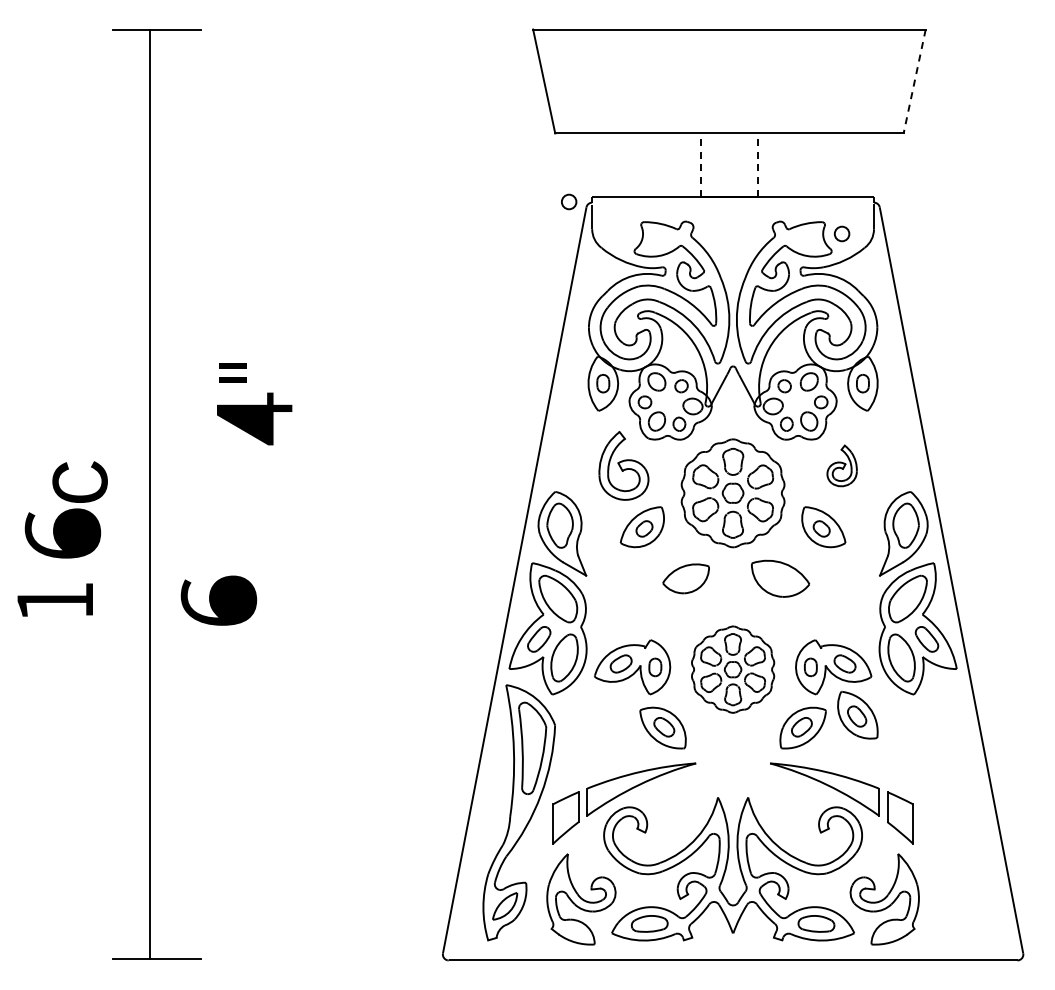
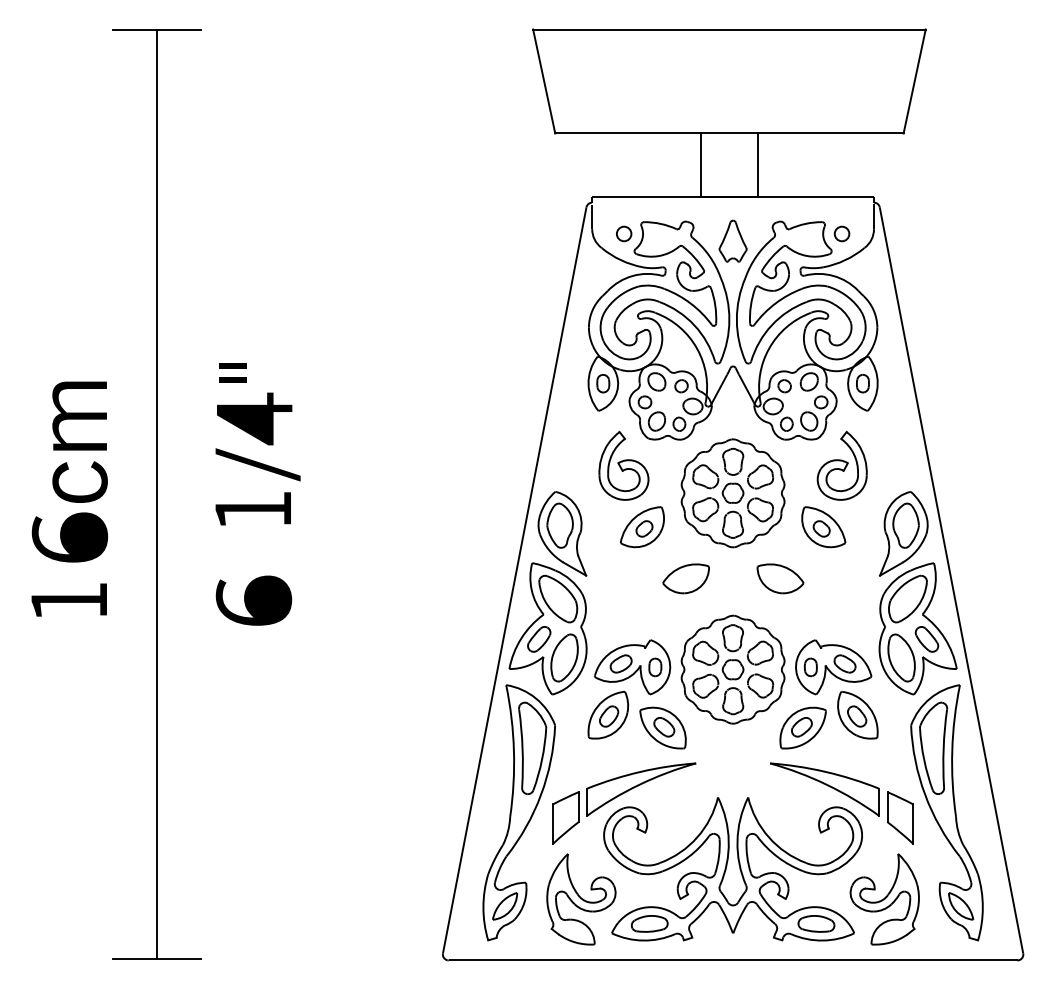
line at (914, 81): dashed -> solid
line at (700, 165): dashed -> solid
line at (758, 165): dashed -> solid
circle at (569, 201) position: (569, 201) -> (624, 233)
part at (732, 240): none -> present
fill at (79, 415): none -> present
fill at (257, 464): none -> present
part at (841, 465) size: 32x44 px -> 52x70 px
line at (149, 493) position: (149, 493) -> (156, 493)
fill at (253, 508): none -> present
part at (62, 533) position: (62, 533) -> (69, 537)
part at (780, 578) size: 60x39 px -> 49x32 px
part at (54, 599) position: (54, 599) -> (68, 599)
part at (218, 600) position: (218, 600) -> (253, 600)
part at (733, 669) size: 85x89 px -> 106x111 px
part at (608, 714): none -> present
part at (946, 812): none -> present
